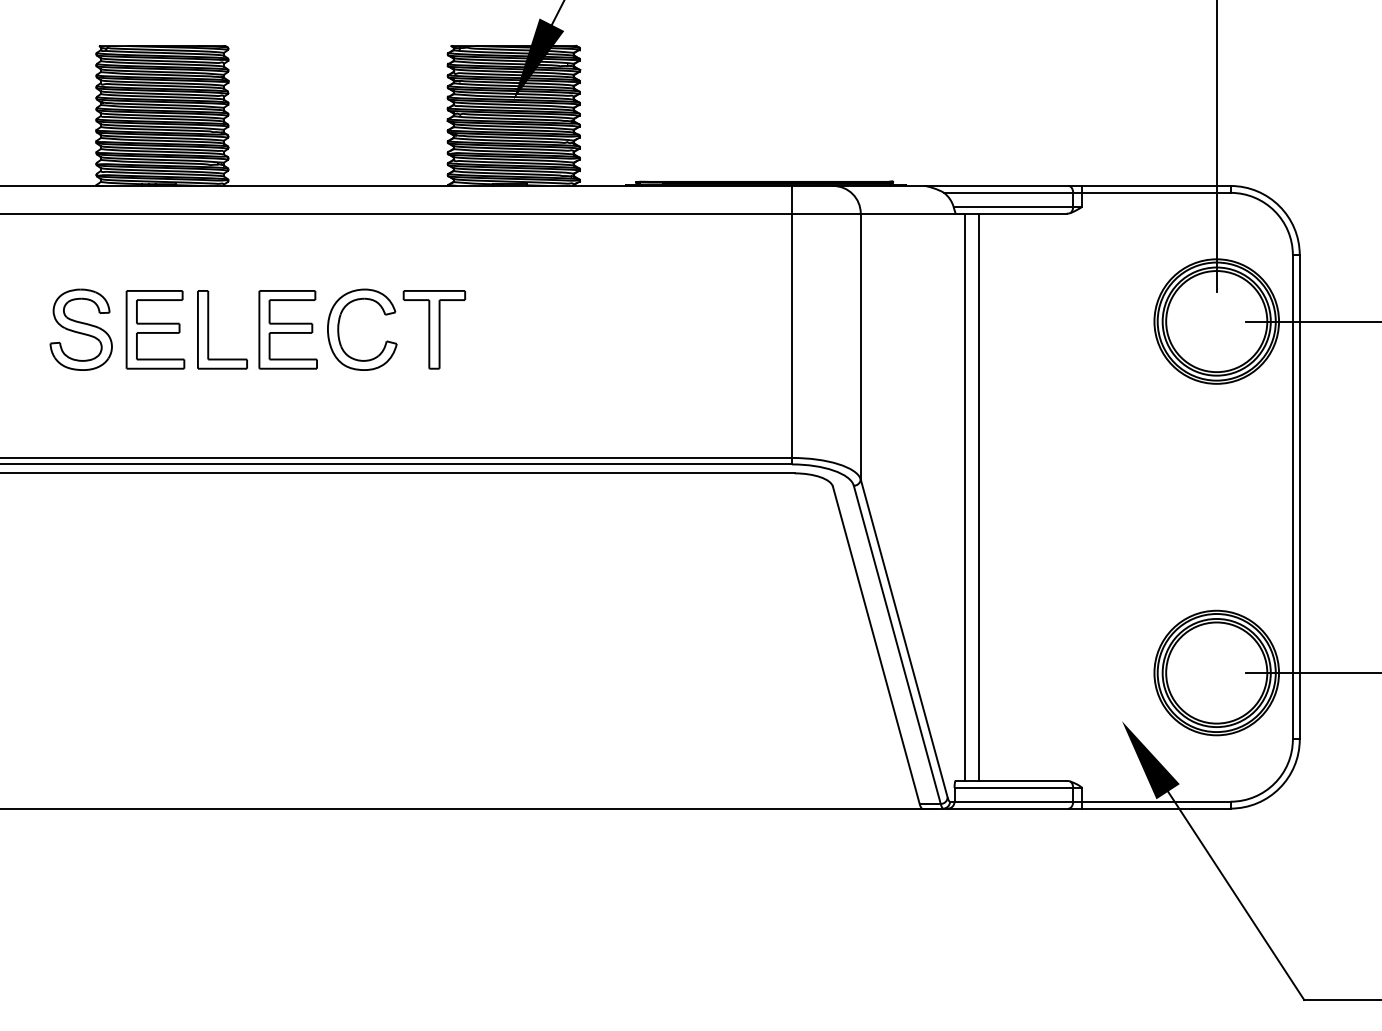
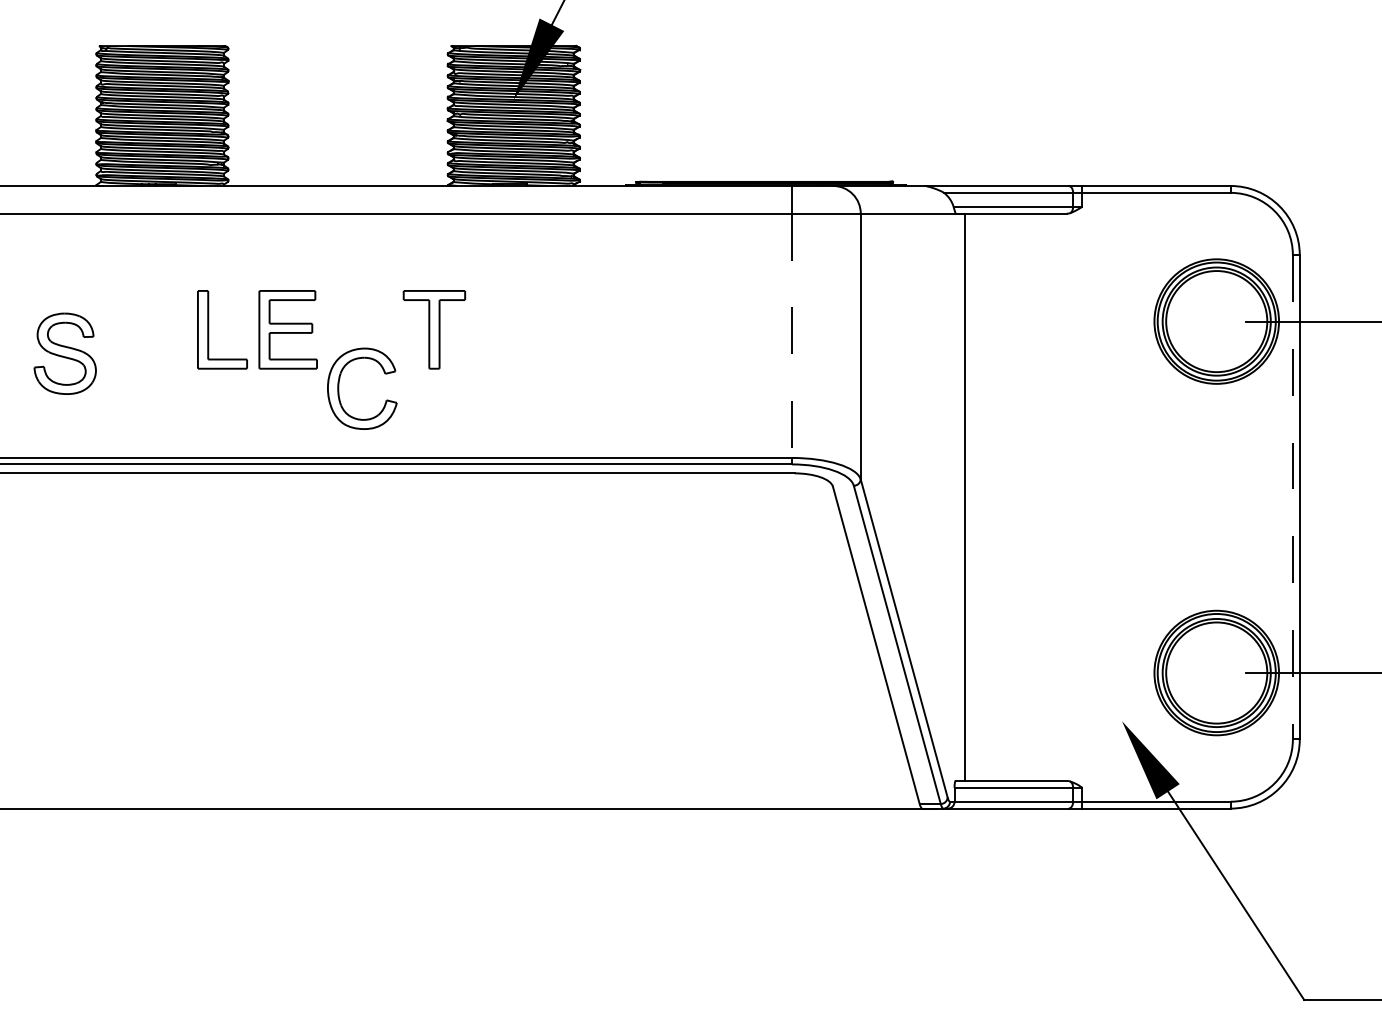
line at (1216, 147): present -> none
part at (80, 329) position: (80, 329) -> (64, 353)
part at (155, 329): present -> none
part at (339, 329) position: (339, 329) -> (339, 388)
line at (791, 336): solid -> dashed
line at (978, 497): present -> none
line at (1292, 497): solid -> dashed
